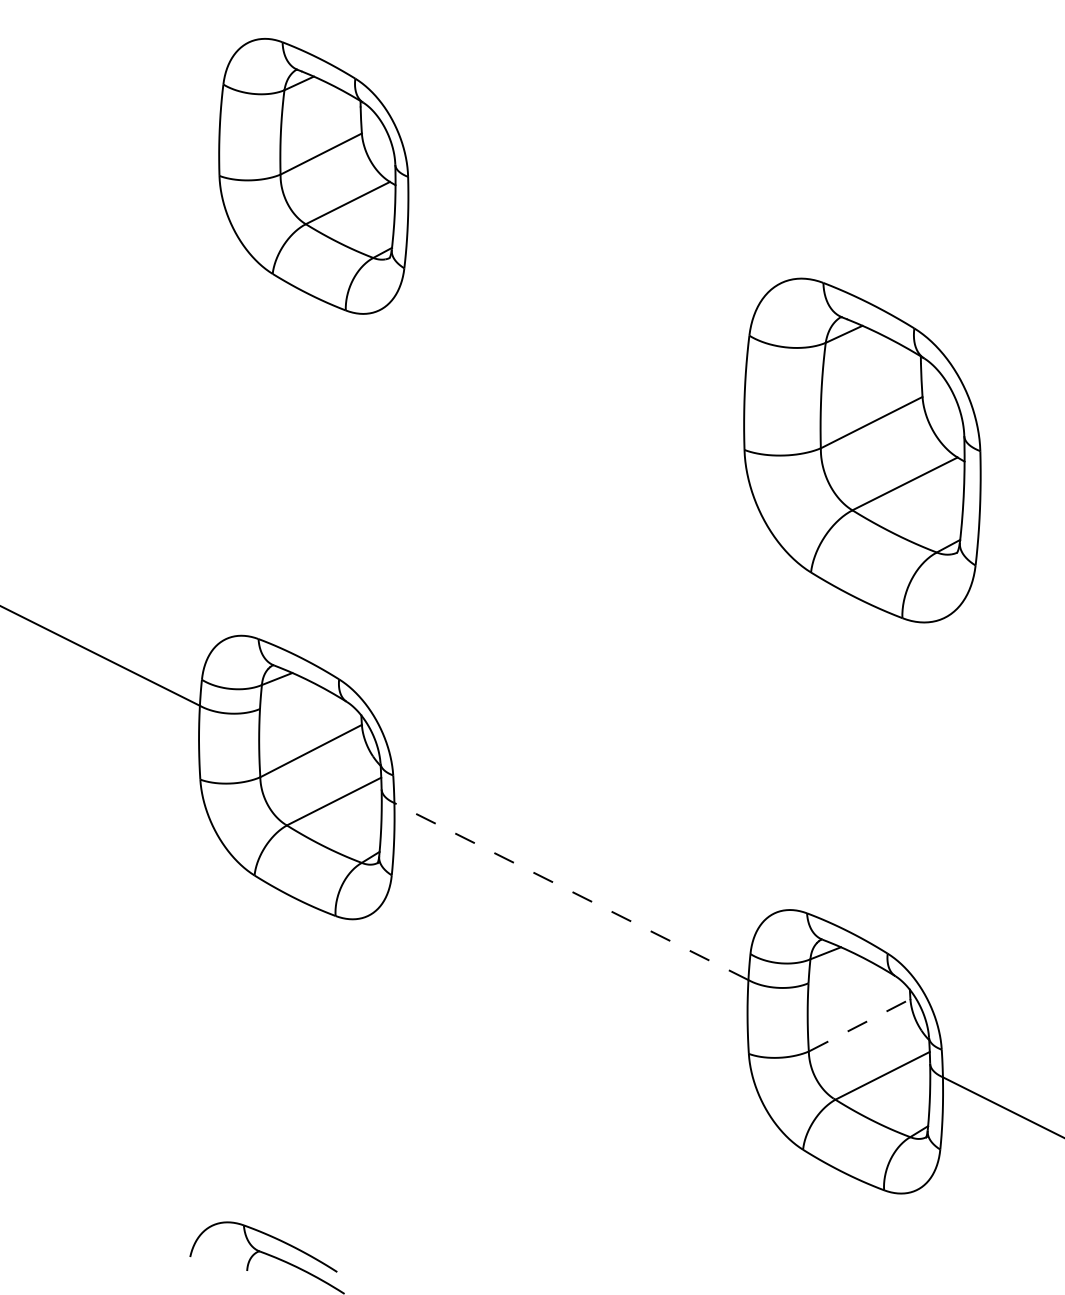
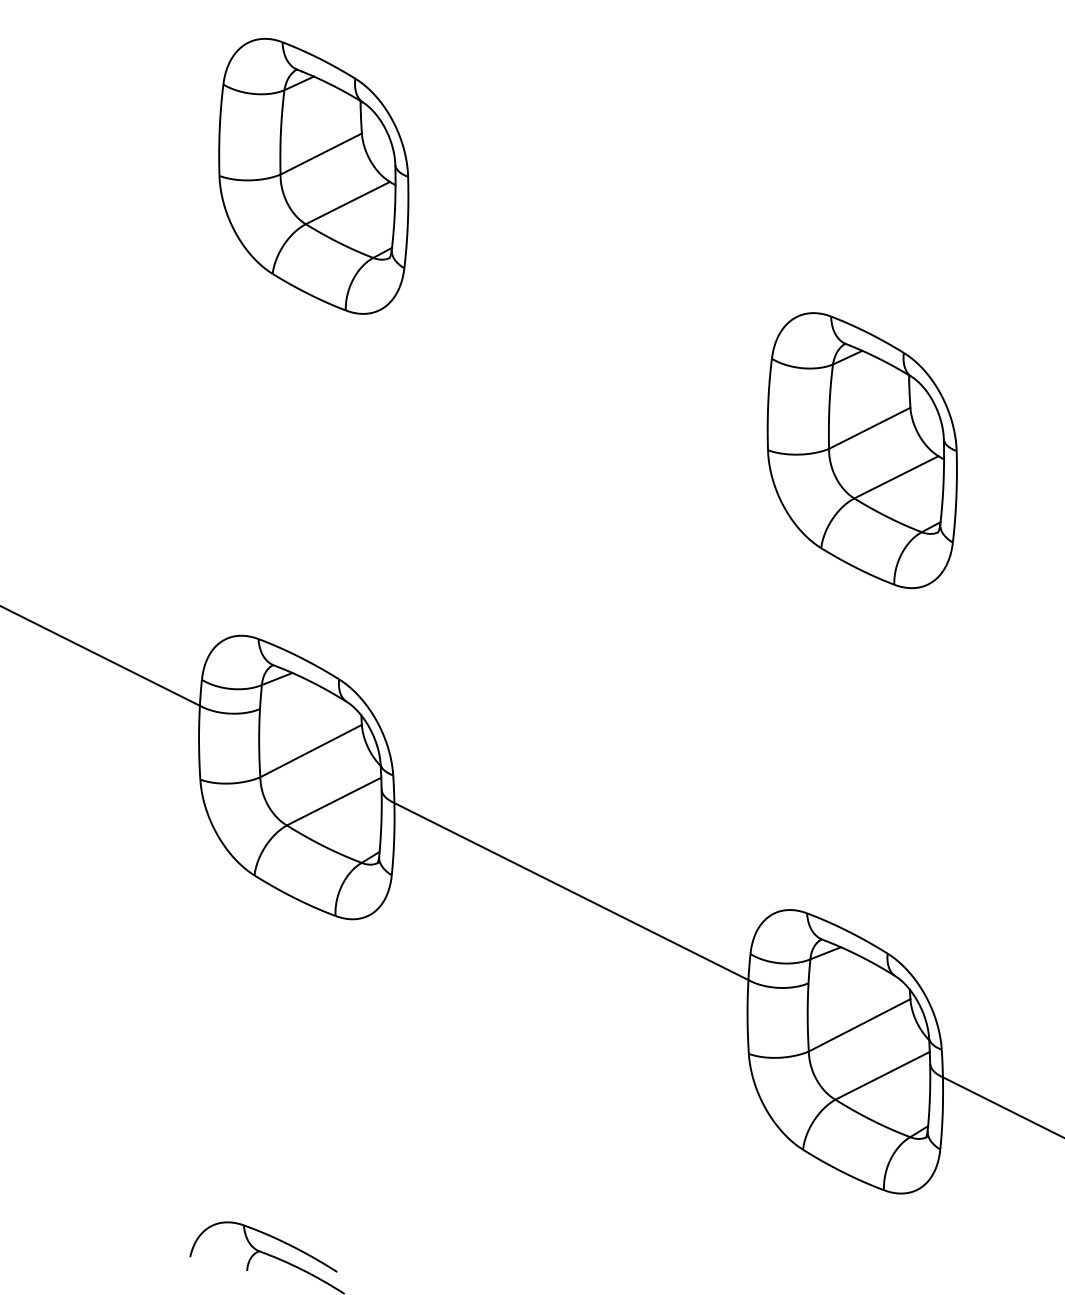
part at (862, 450) size: 239x347 px -> 192x278 px
line at (571, 891): dashed -> solid
line at (860, 1025): dashed -> solid
